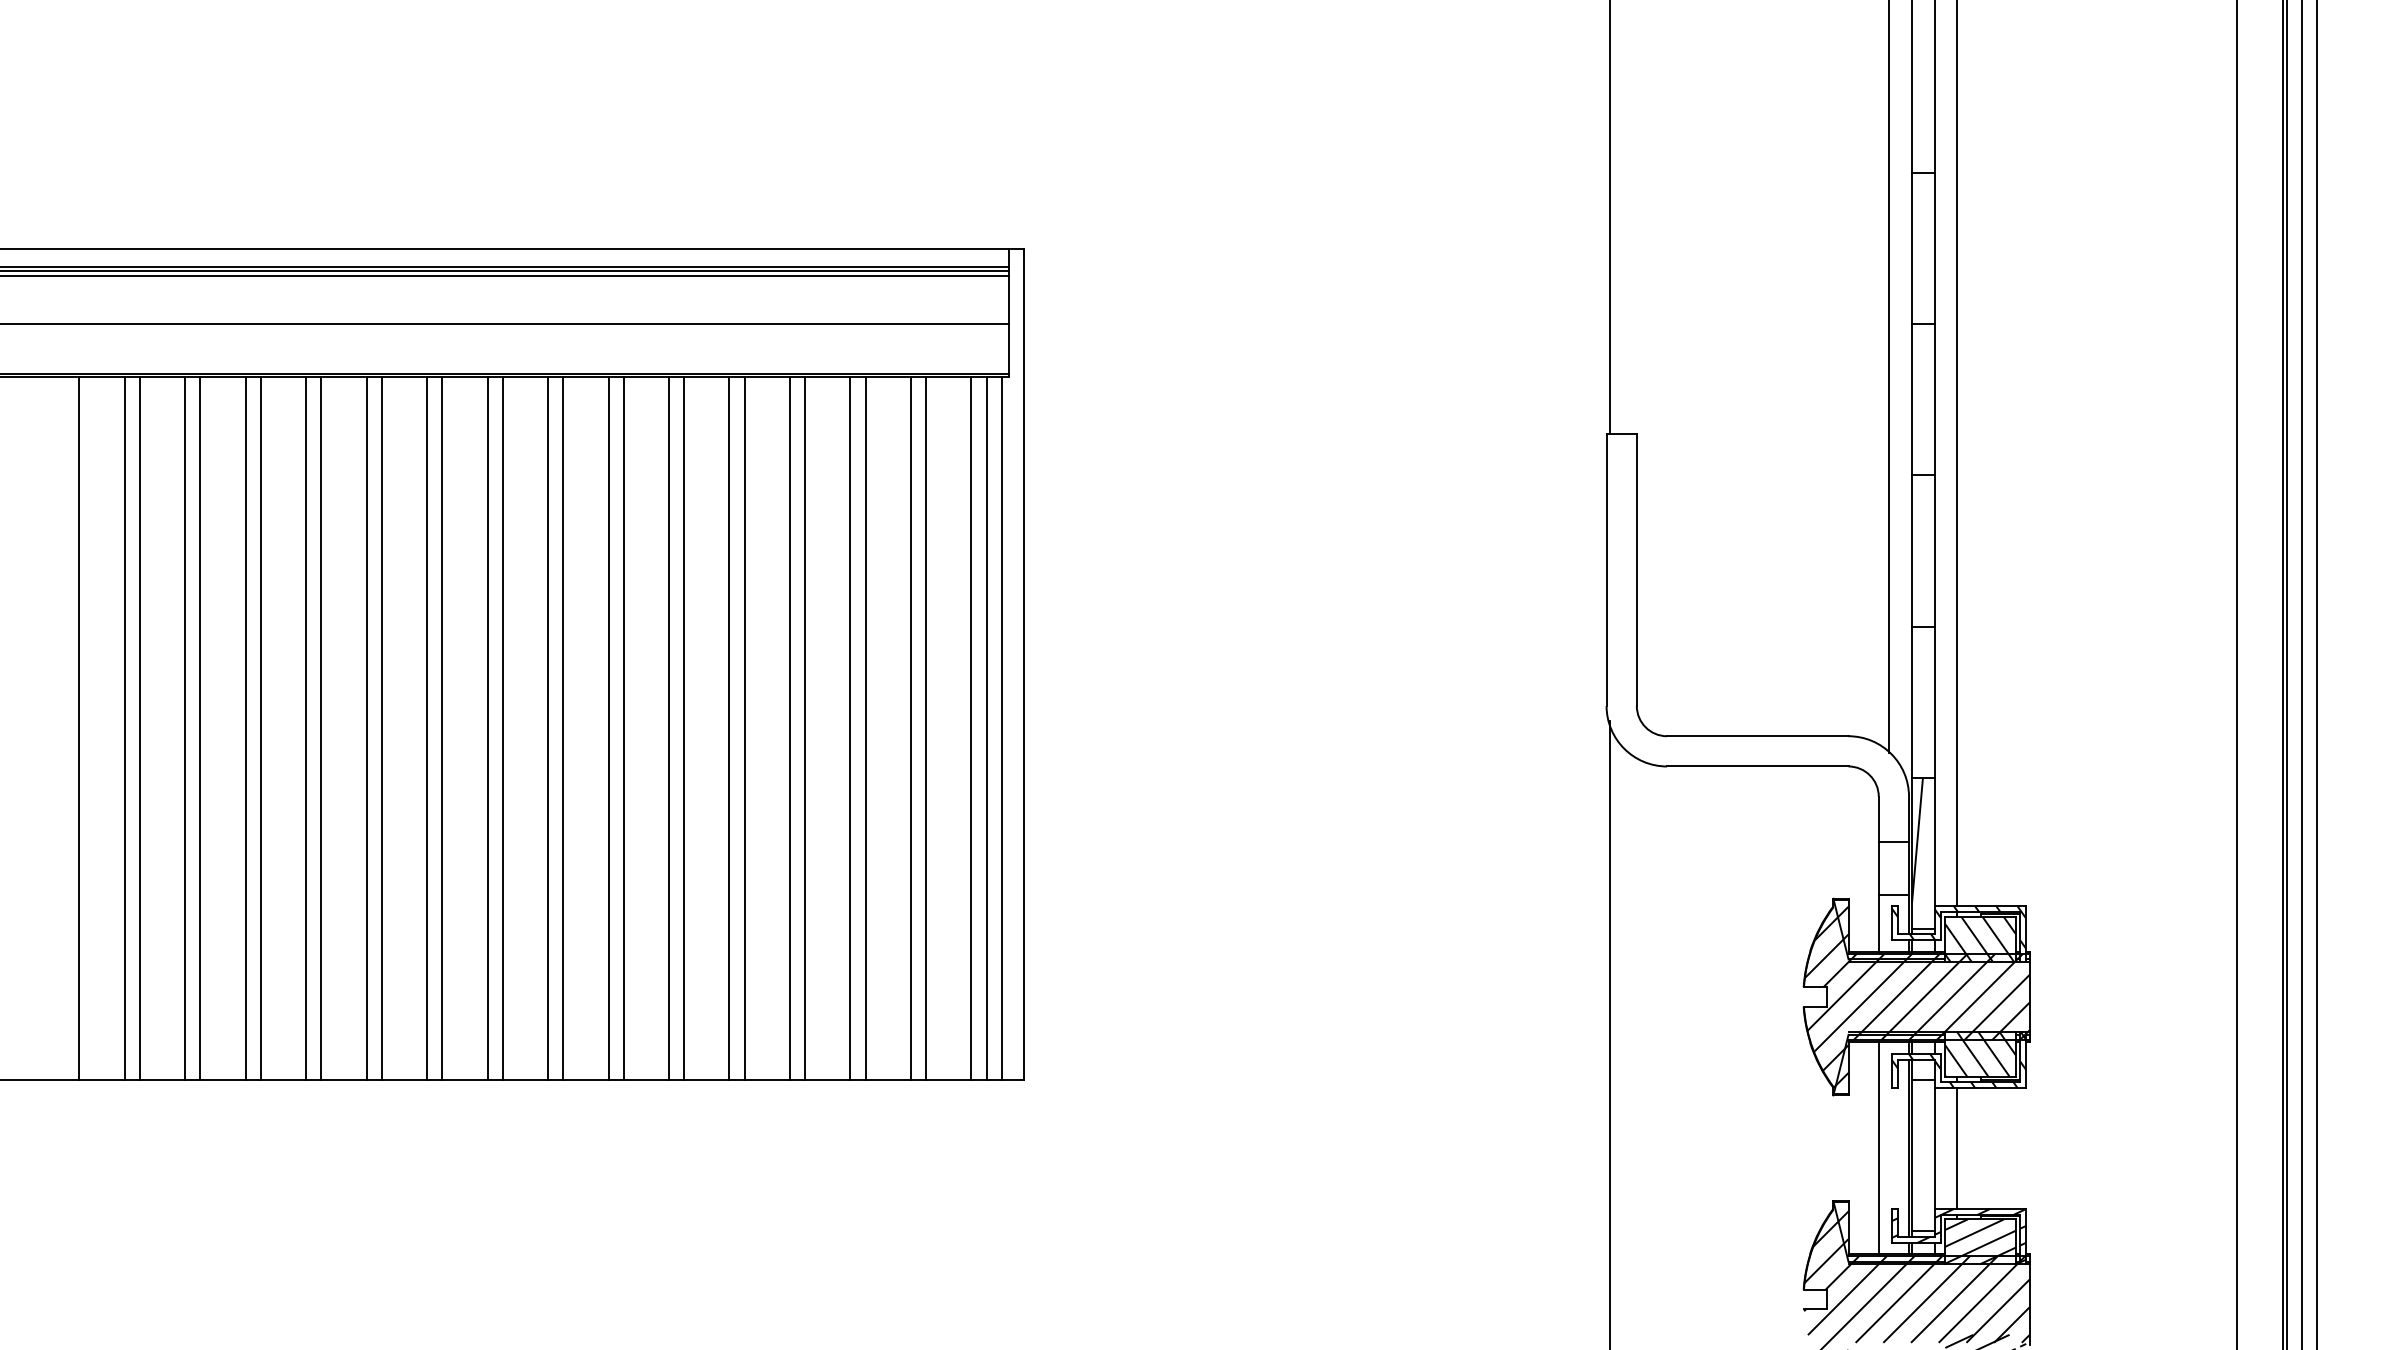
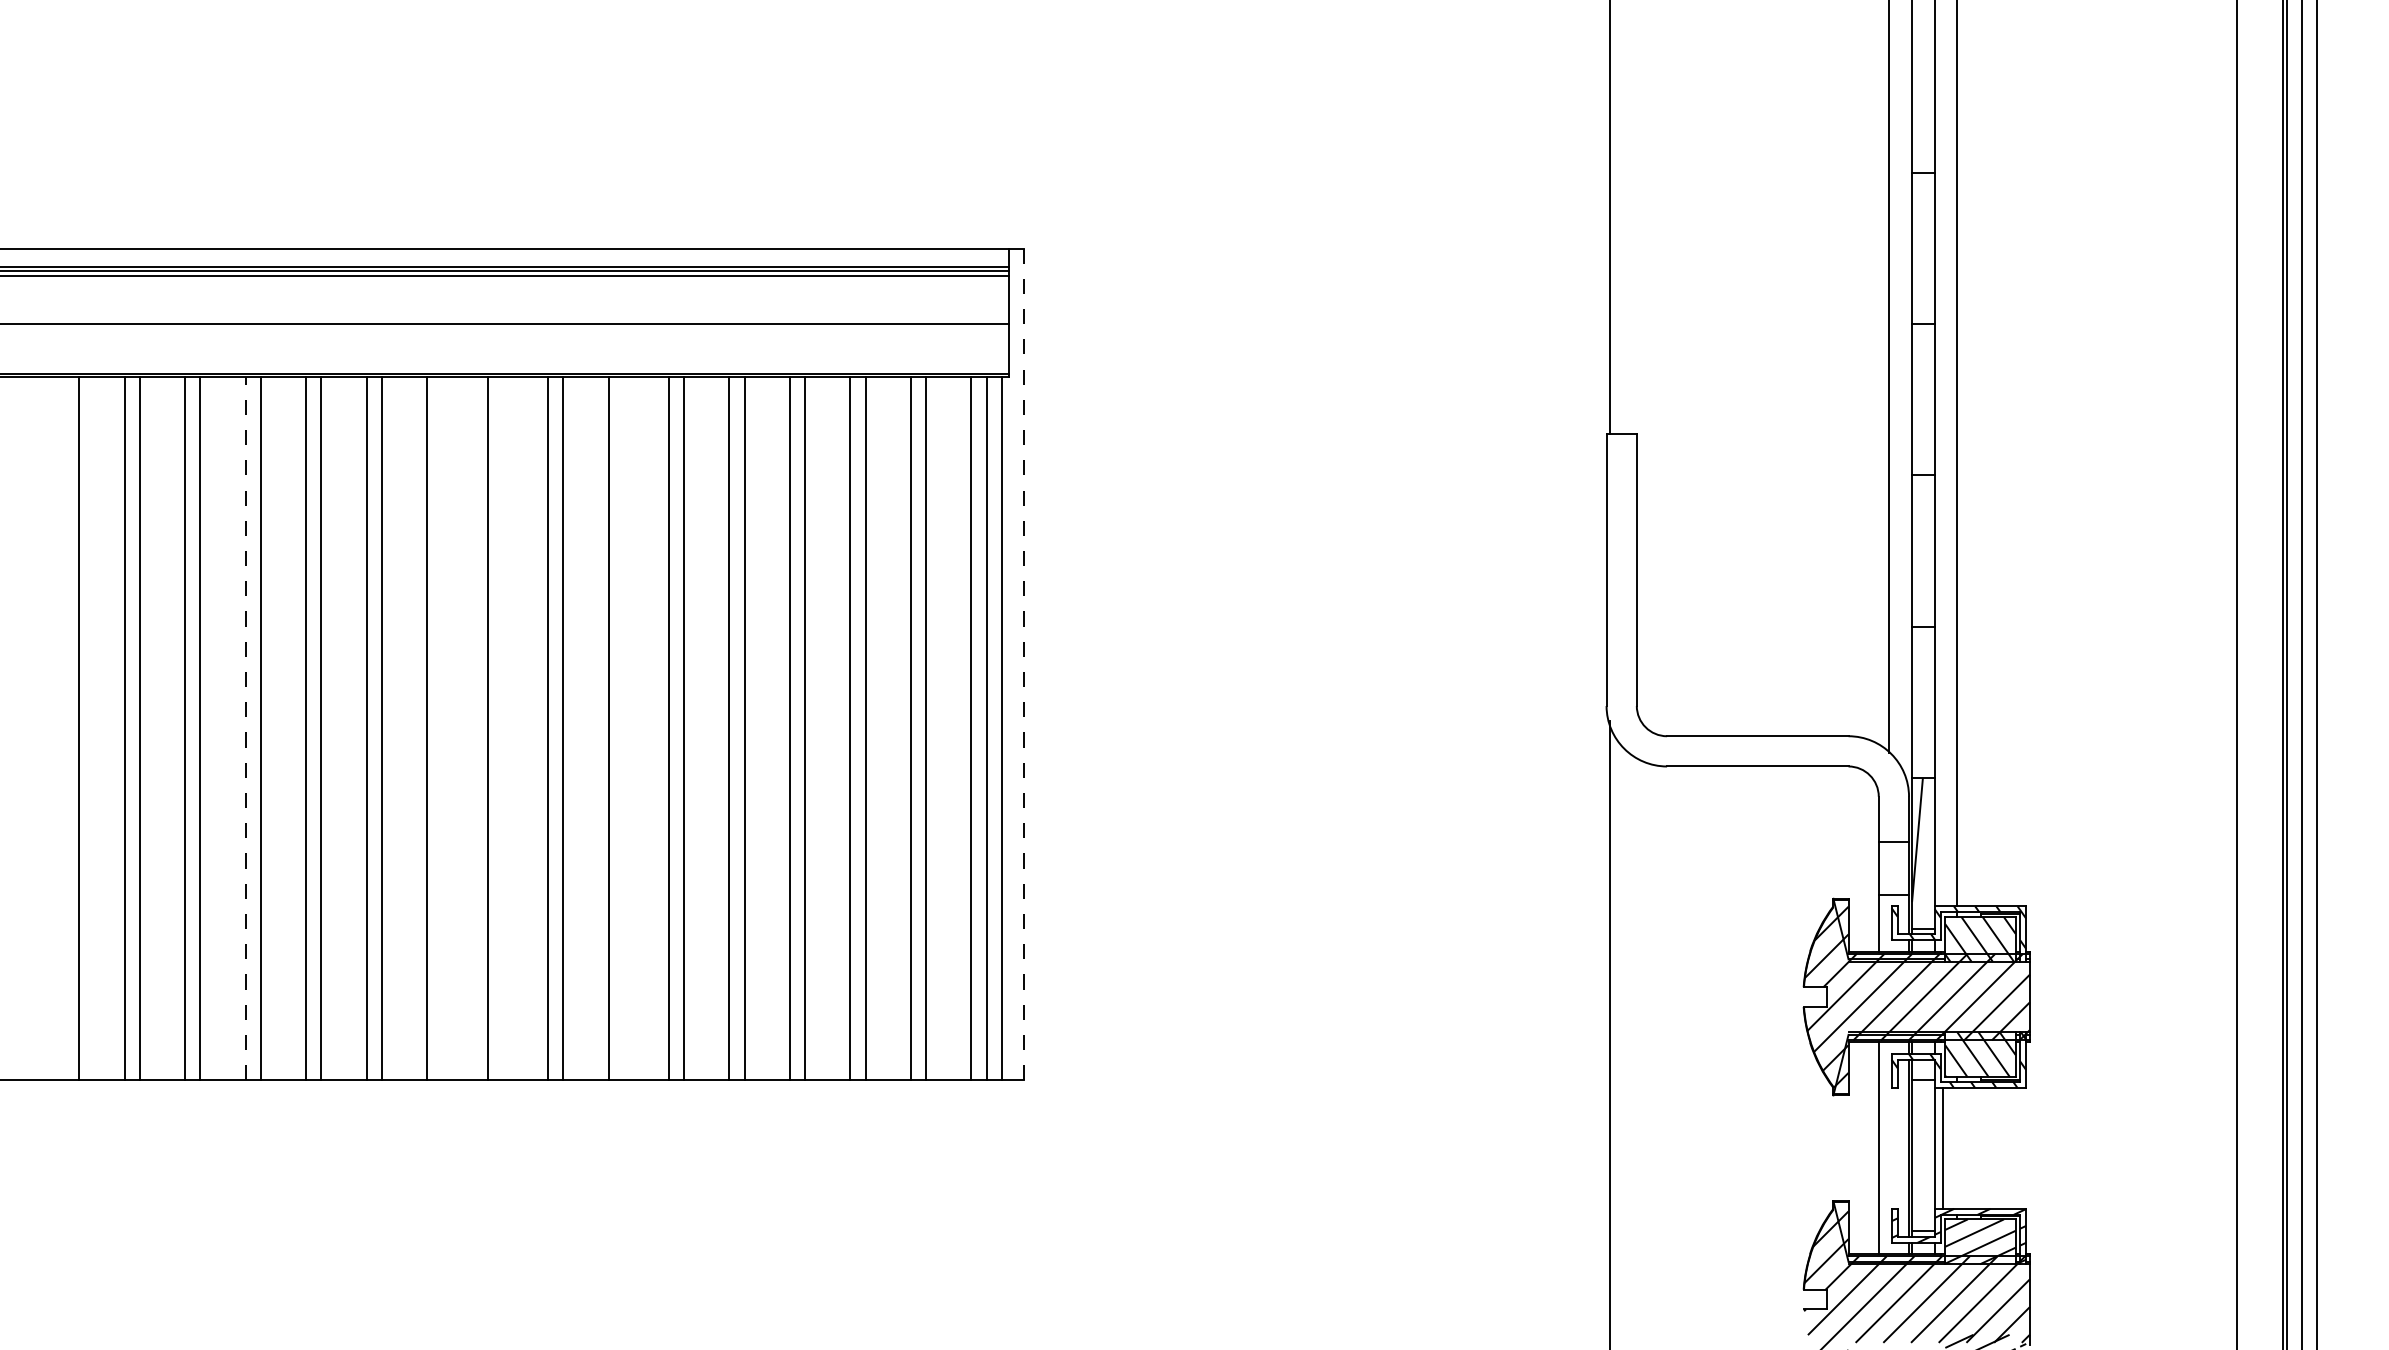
line at (1024, 664): solid -> dashed
line at (245, 728): solid -> dashed
line at (442, 728): present -> none
line at (502, 728): present -> none
line at (623, 728): present -> none
line at (1957, 1147) position: (1957, 1147) -> (1943, 1147)
